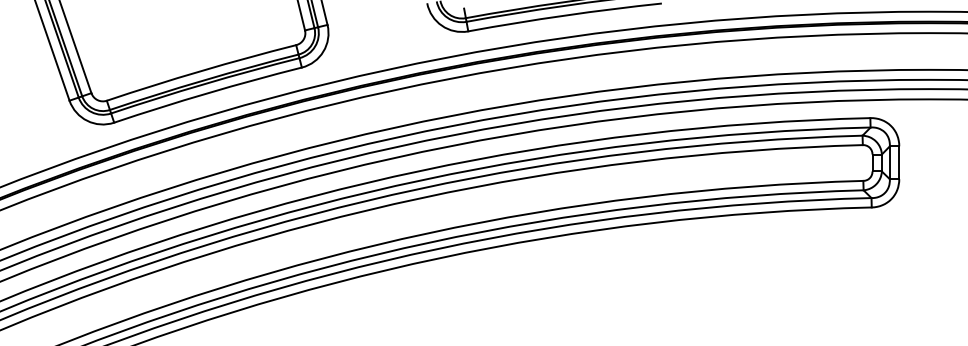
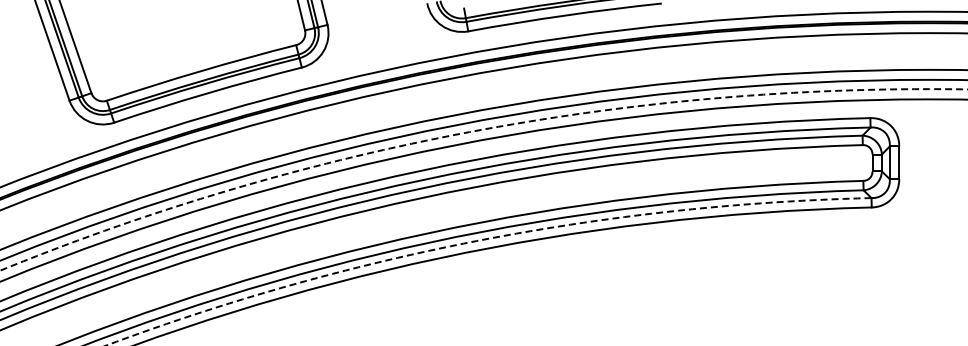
arc at (474, 131): solid -> dashed
arc at (484, 239): solid -> dashed
